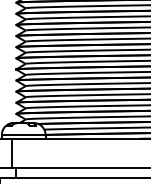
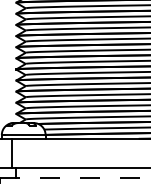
line at (75, 177): solid -> dashed
